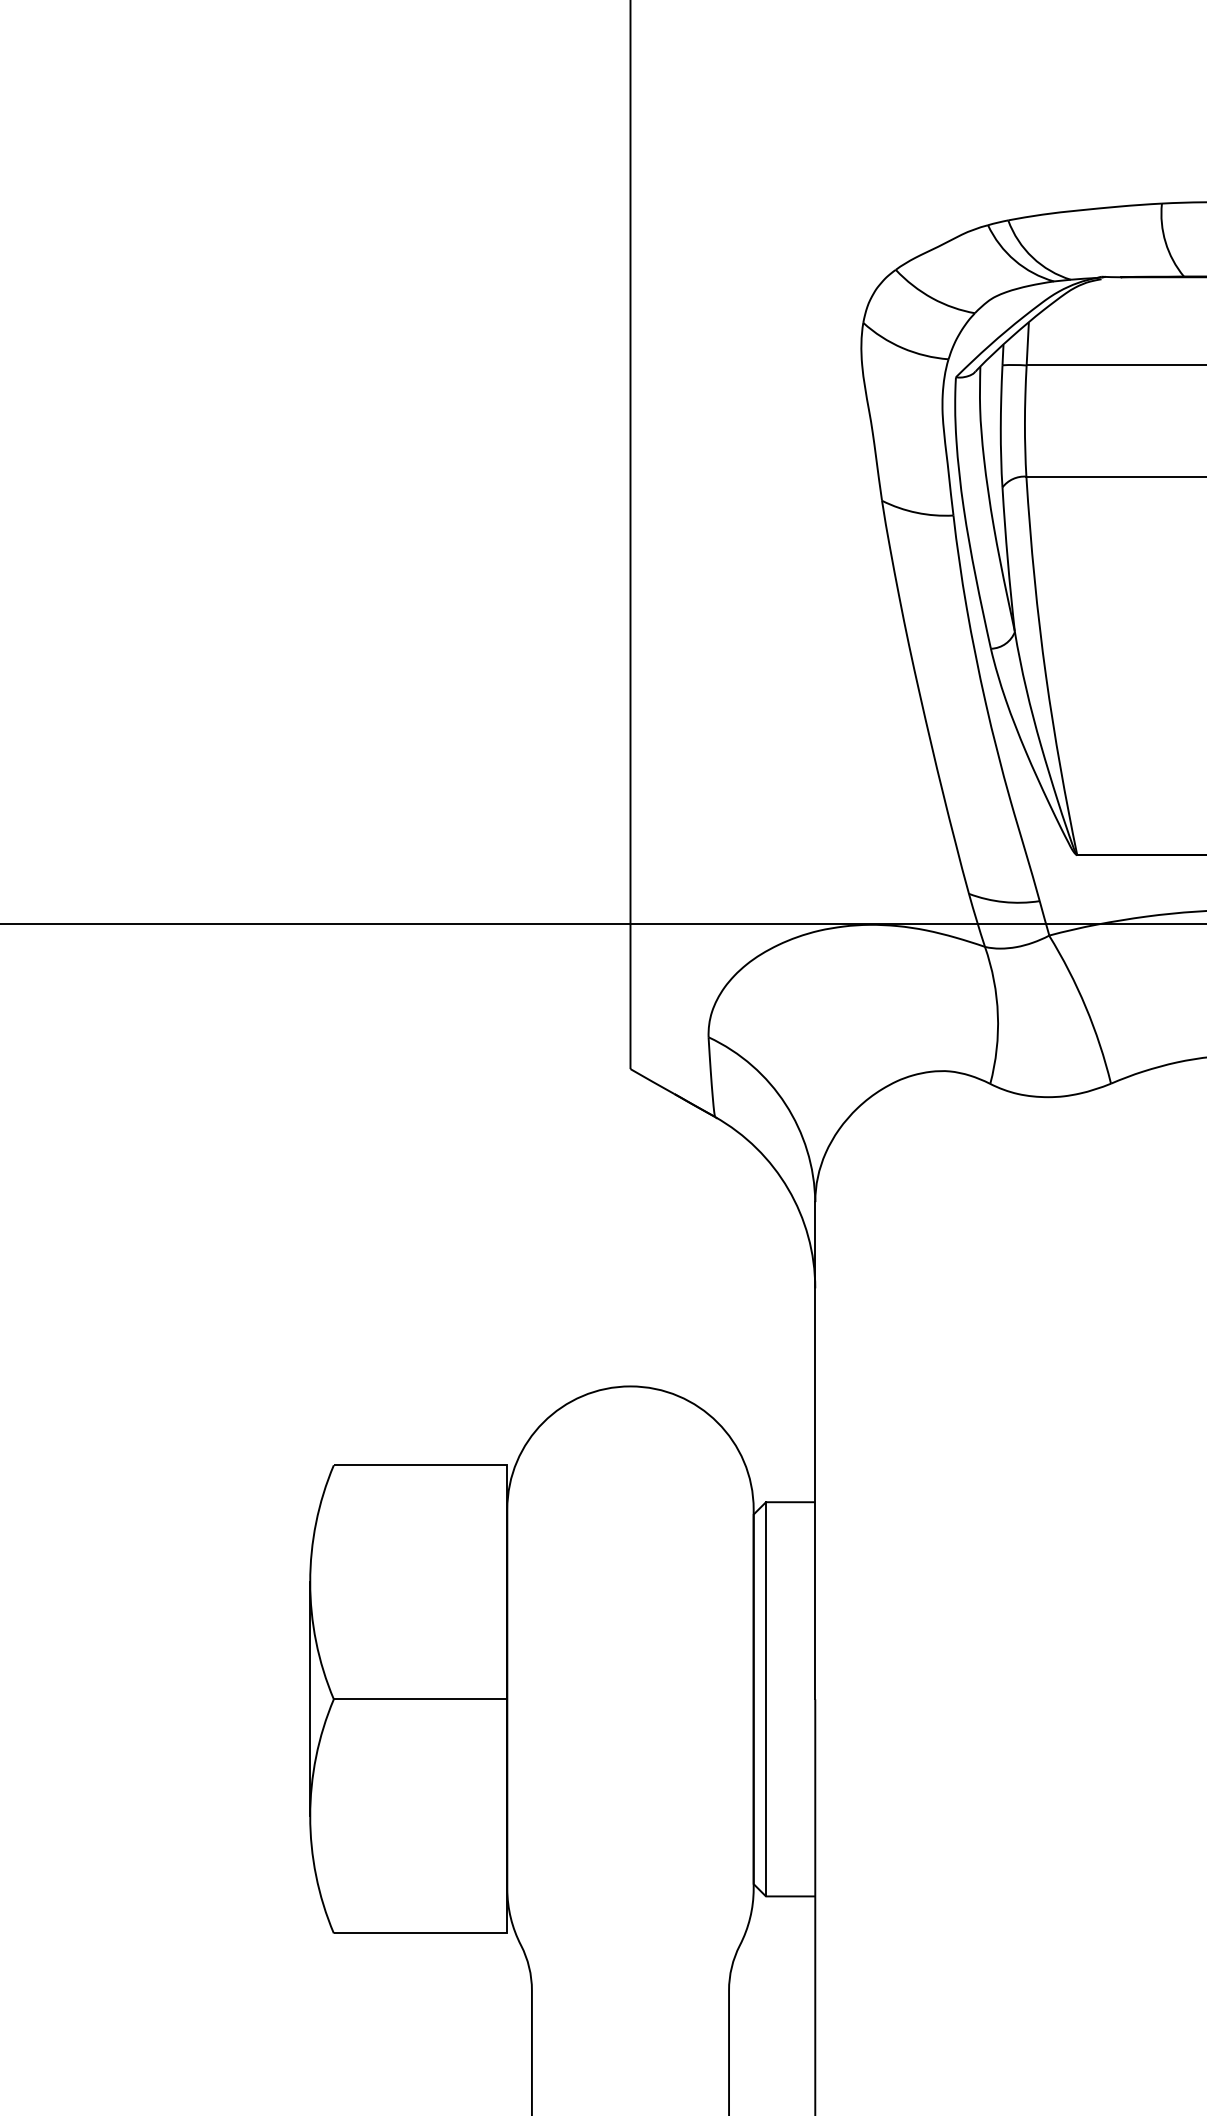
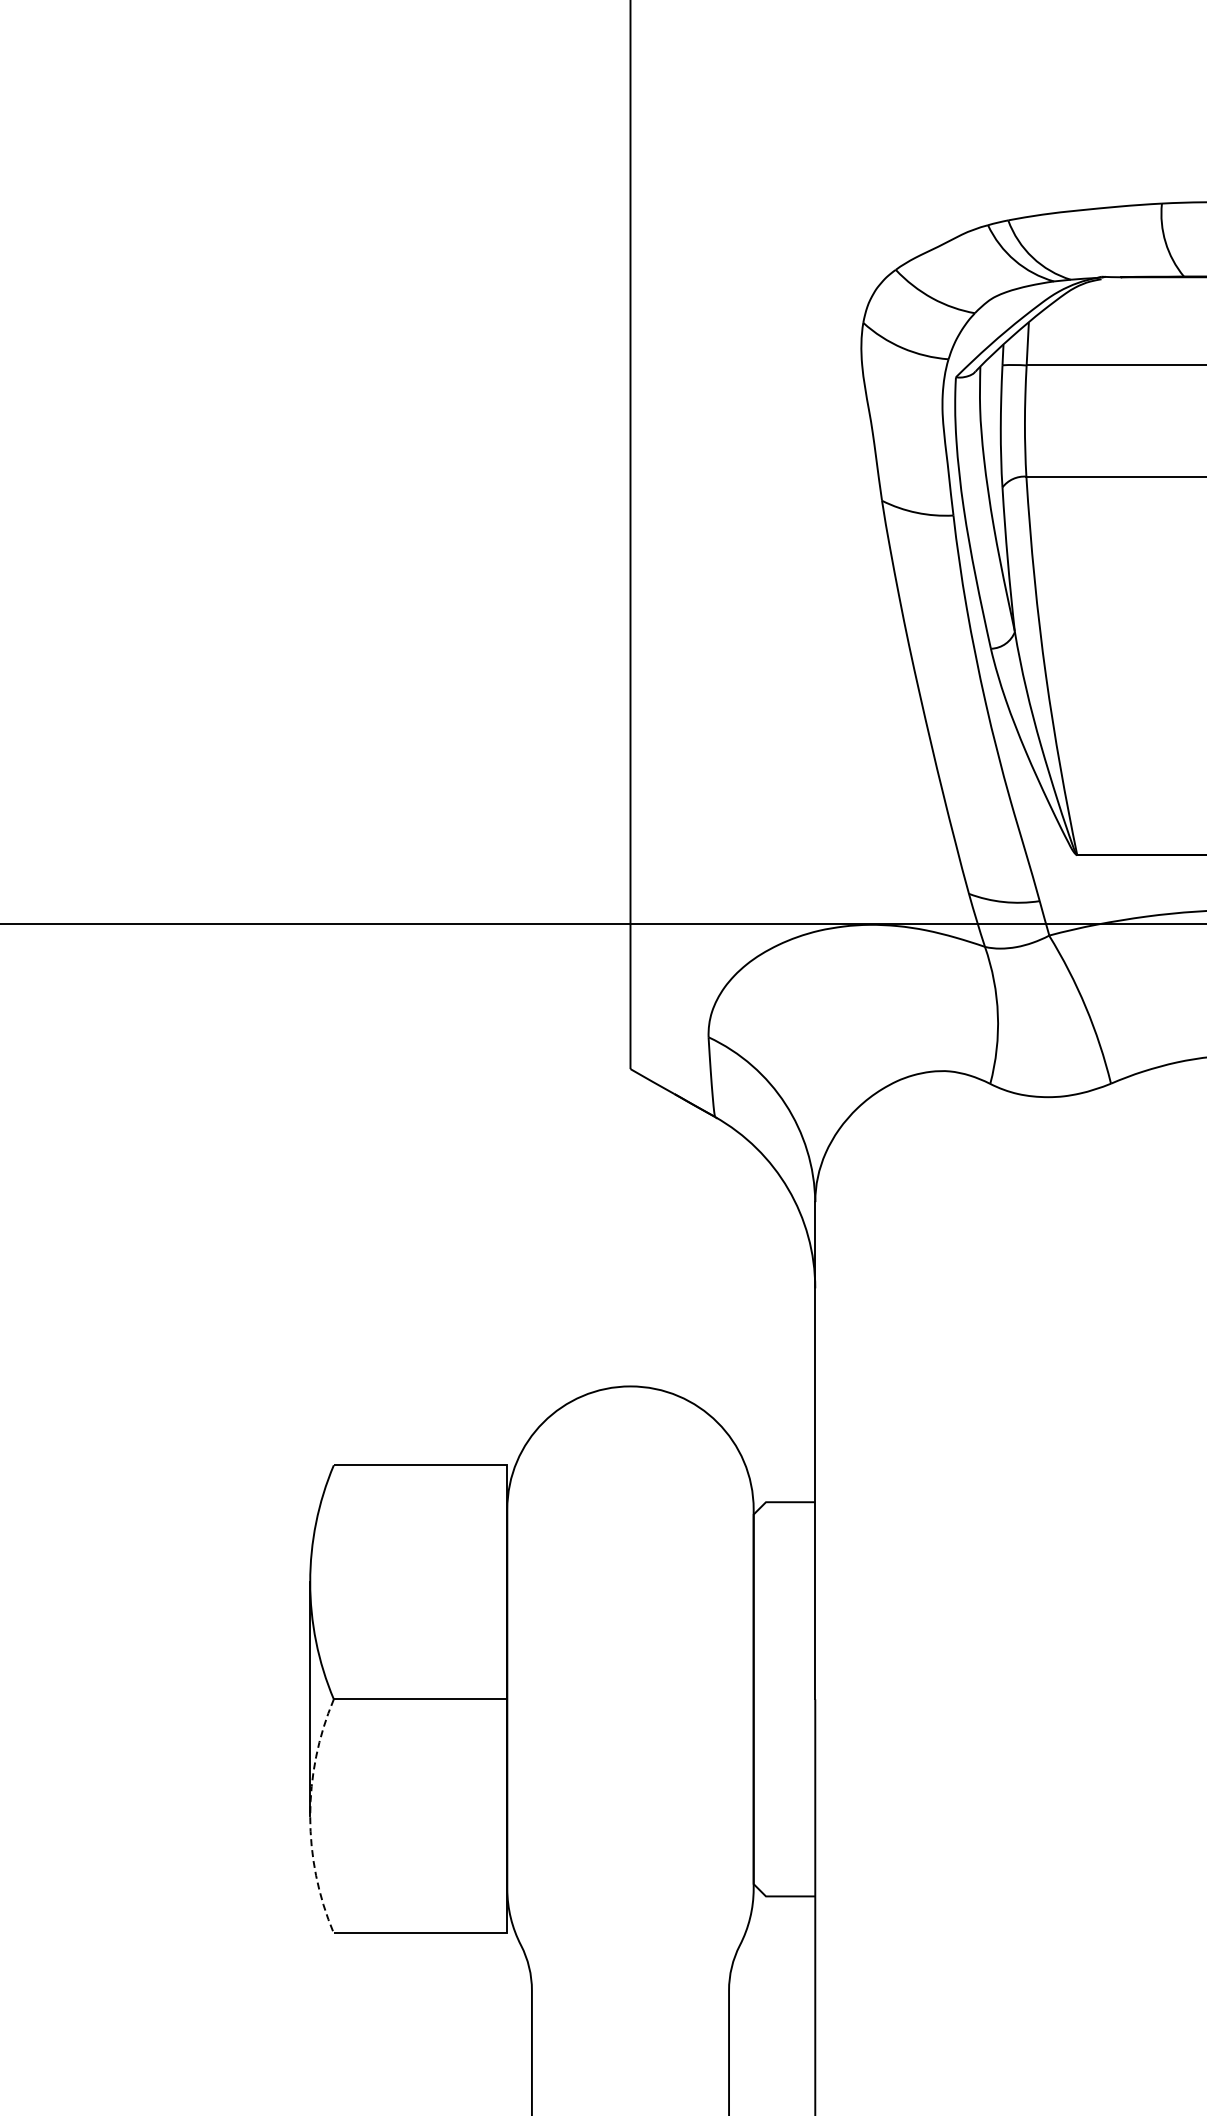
line at (766, 1699): present -> none
arc at (310, 1816): solid -> dashed
